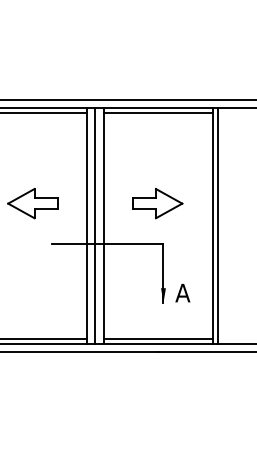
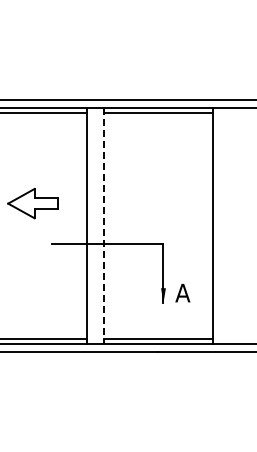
part at (157, 203): present -> none
line at (95, 225): present -> none
line at (103, 225): solid -> dashed
line at (218, 225): present -> none
